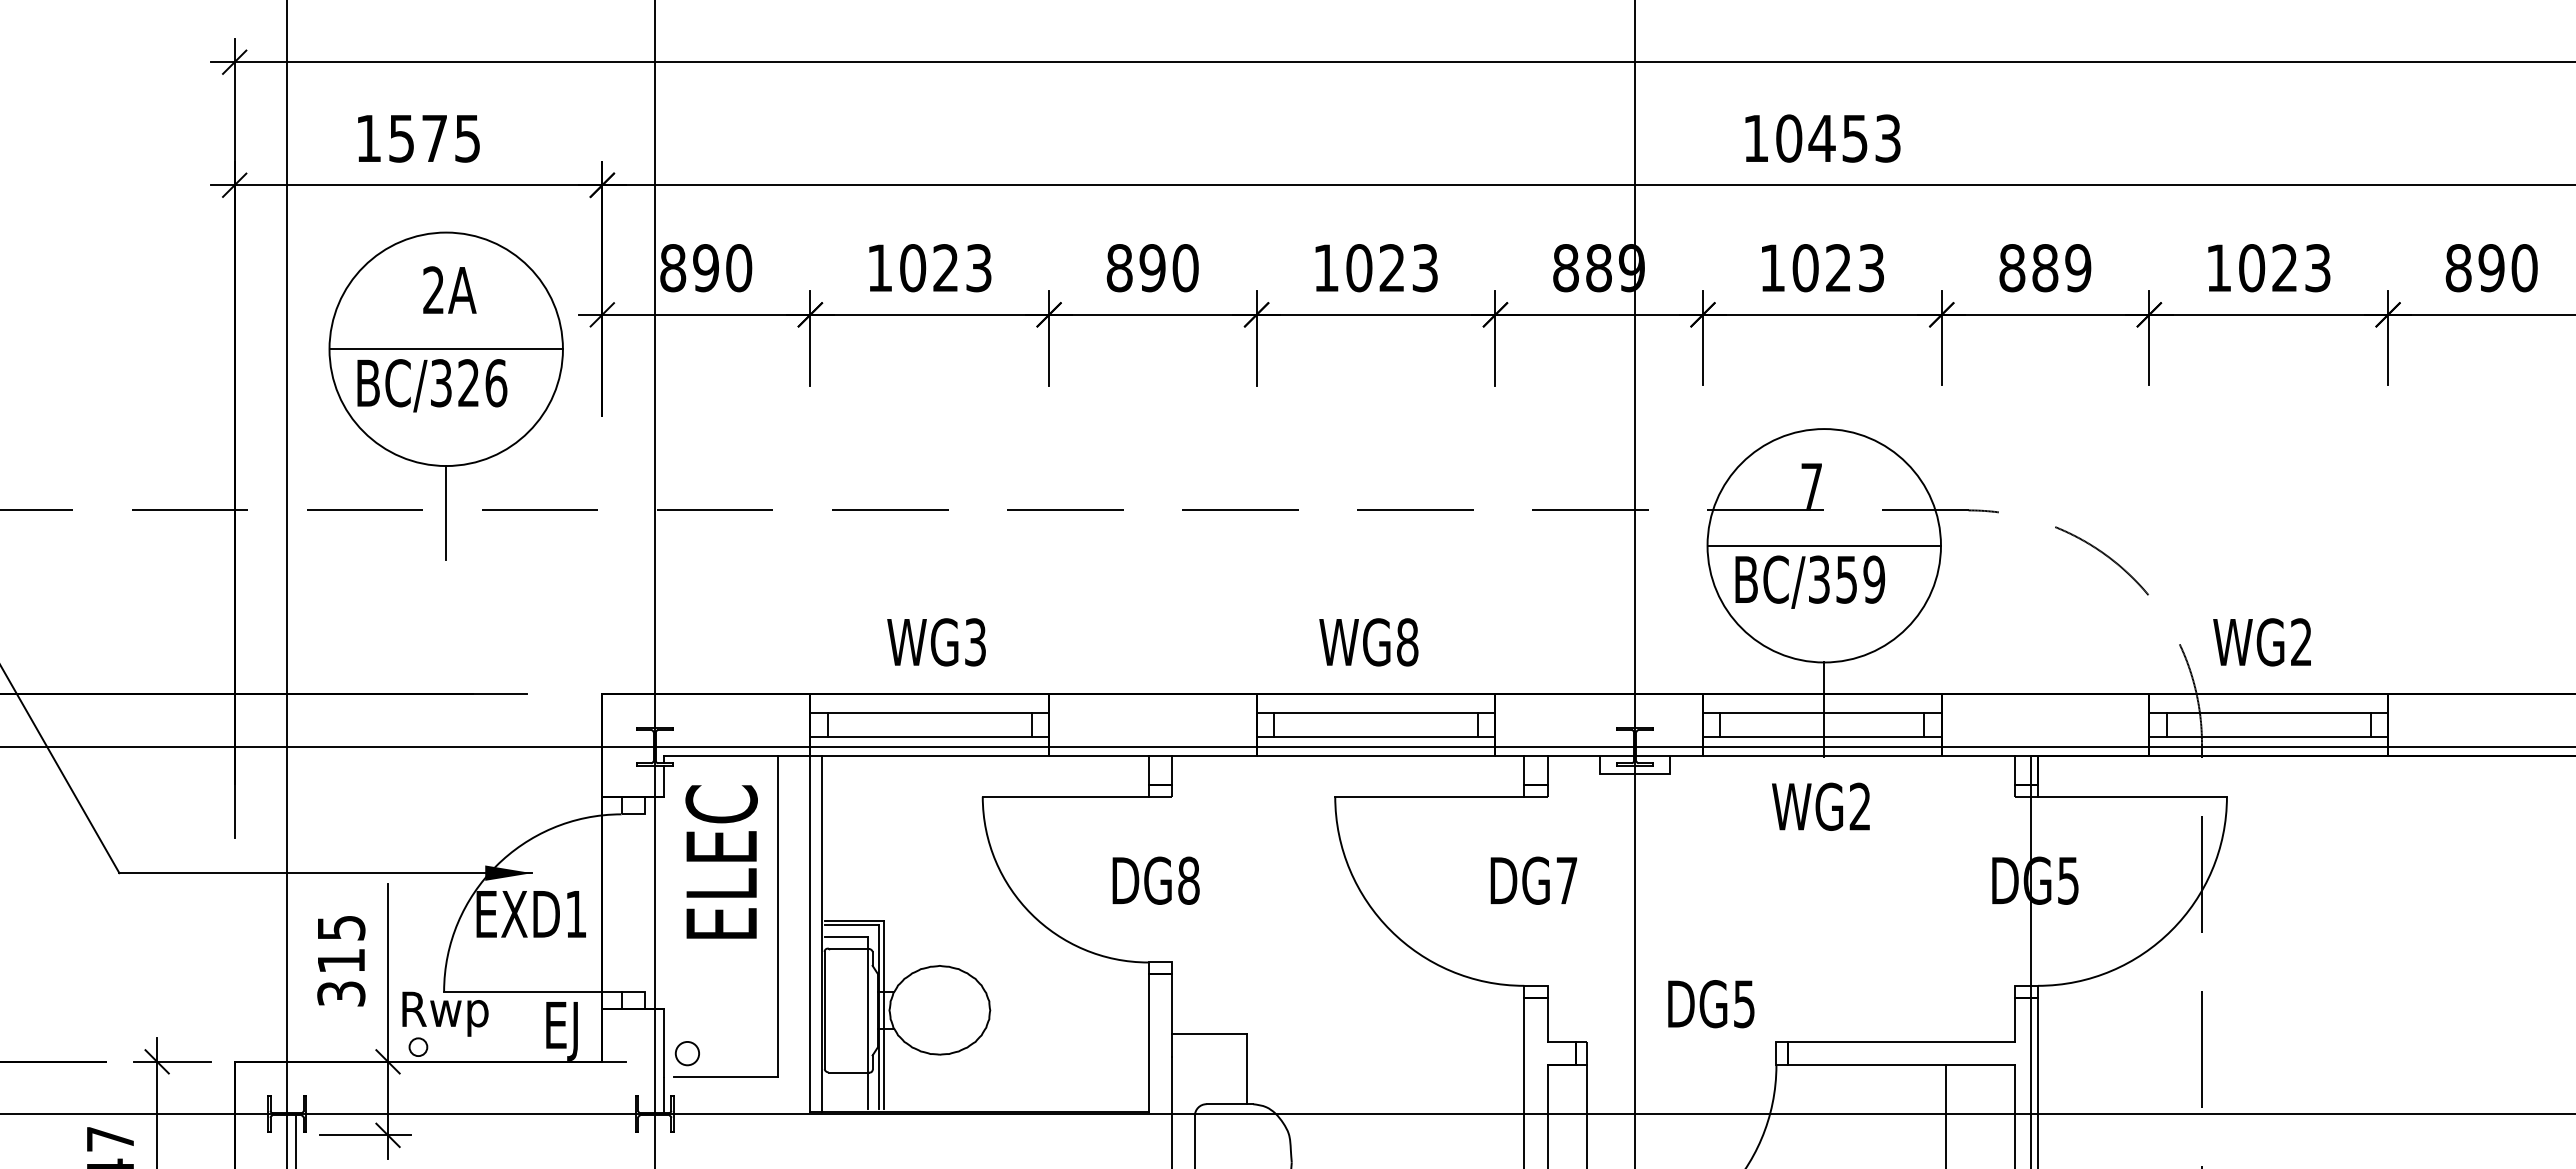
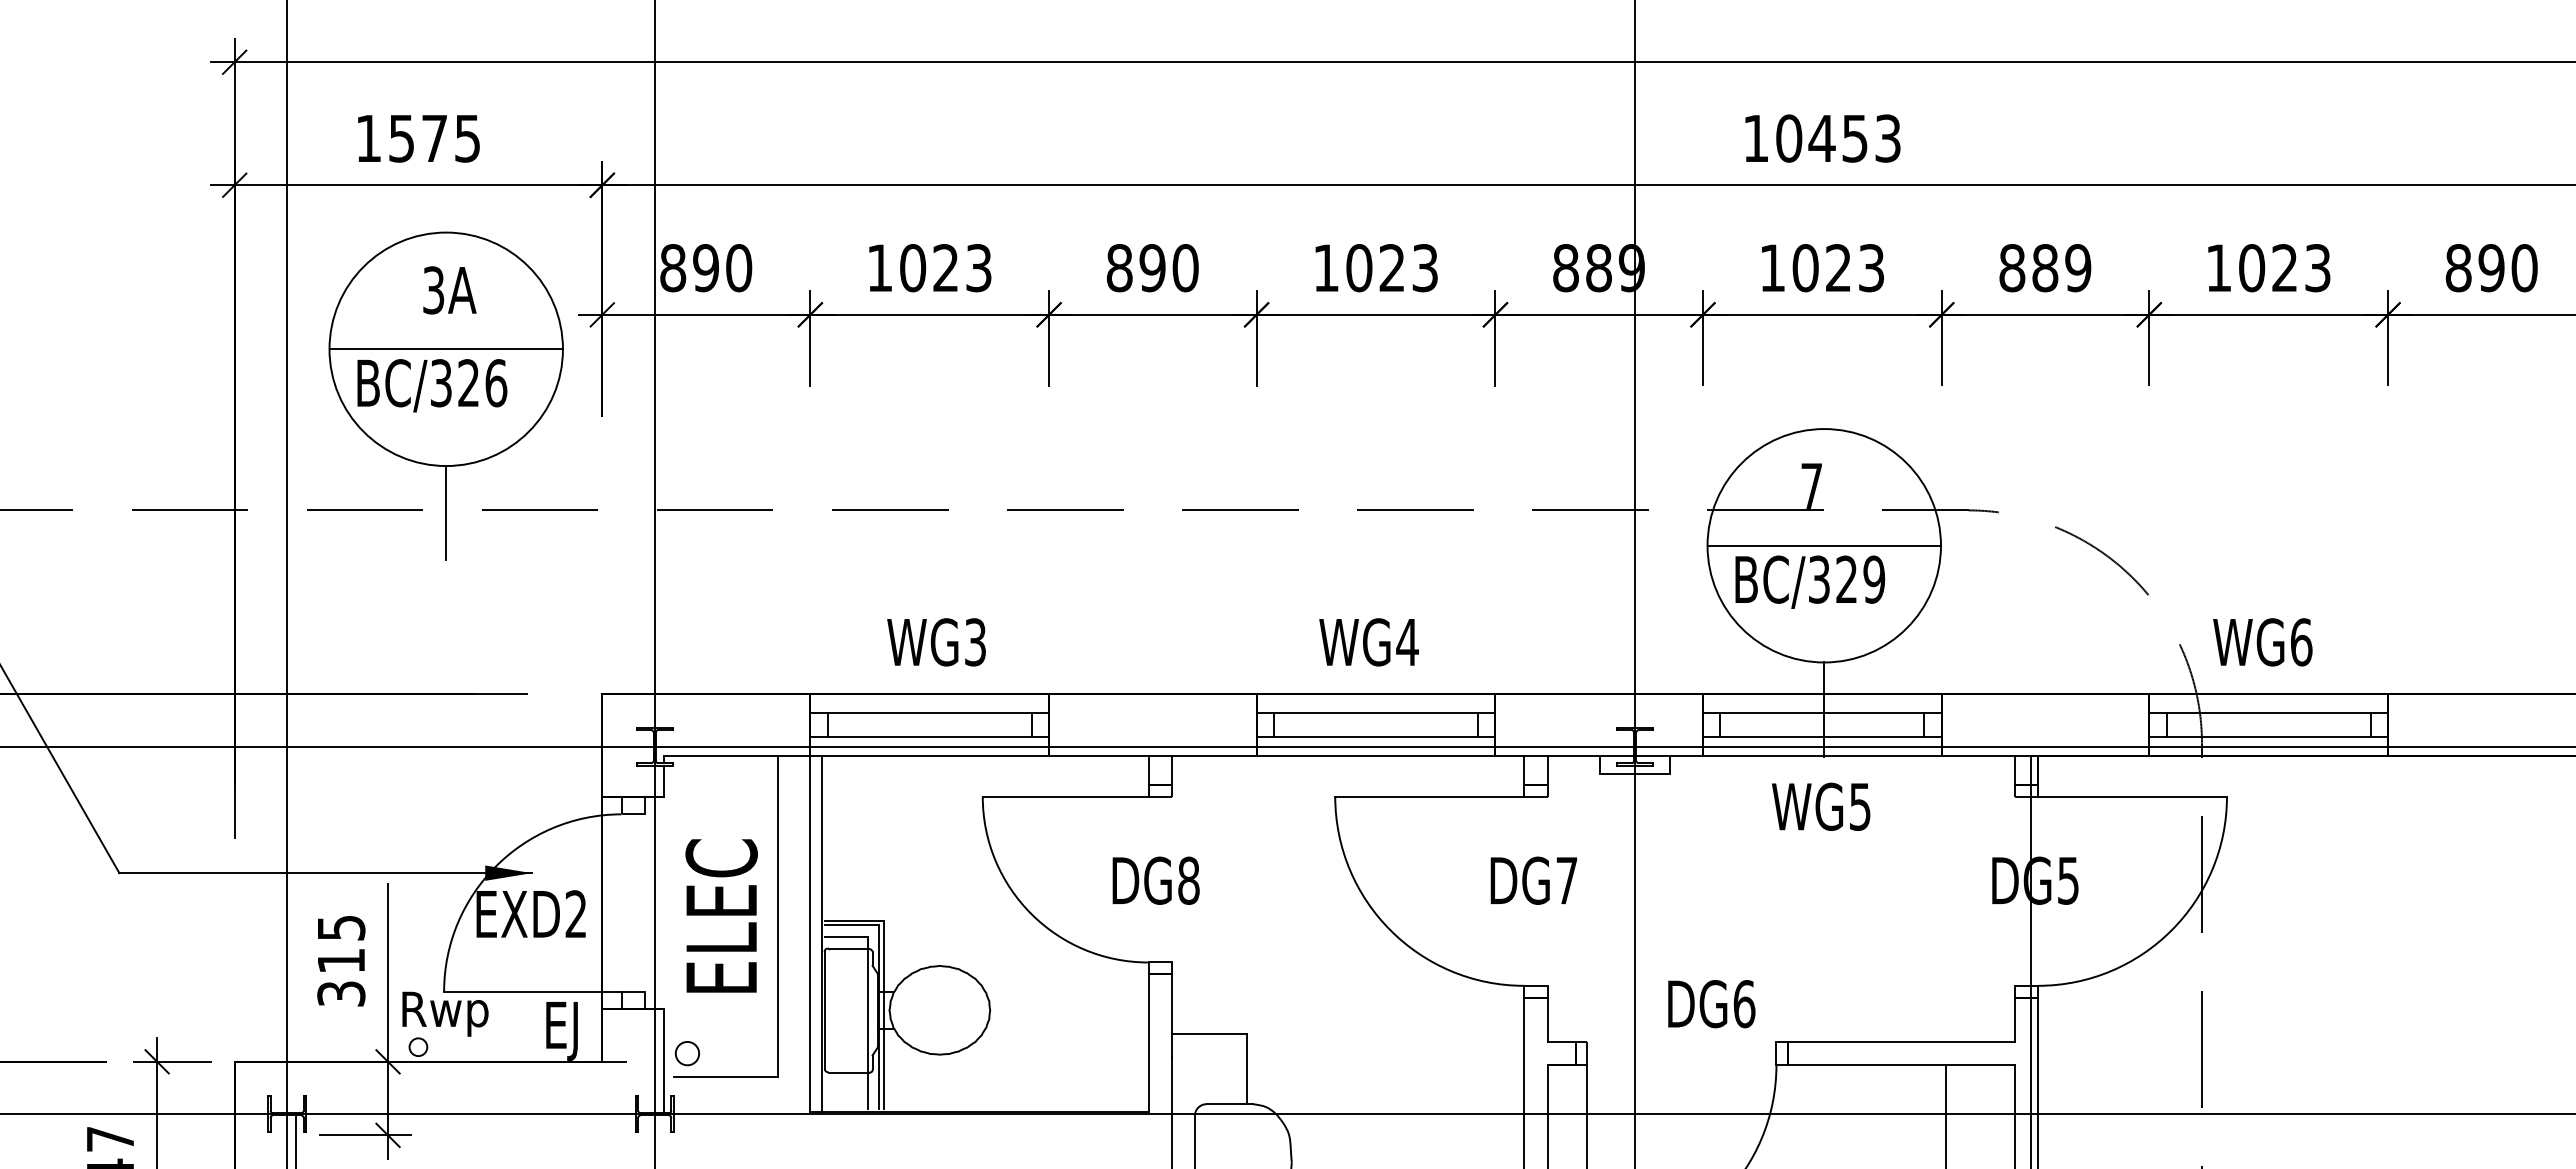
text at (433, 290): 2A -> 3A
text at (1846, 579): BC/359 -> BC/329
text at (1407, 642): WG8 -> WG4
text at (2301, 642): WG2 -> WG6
text at (1859, 806): WG2 -> WG5
text at (721, 861) position: (721, 861) -> (721, 915)
text at (575, 913): EXD1 -> EXD2
text at (1744, 1004): DG5 -> DG6
